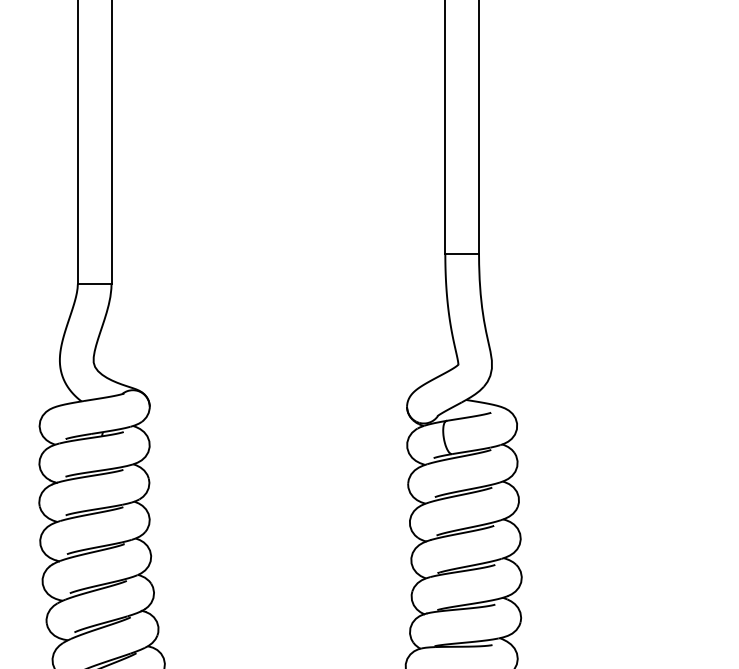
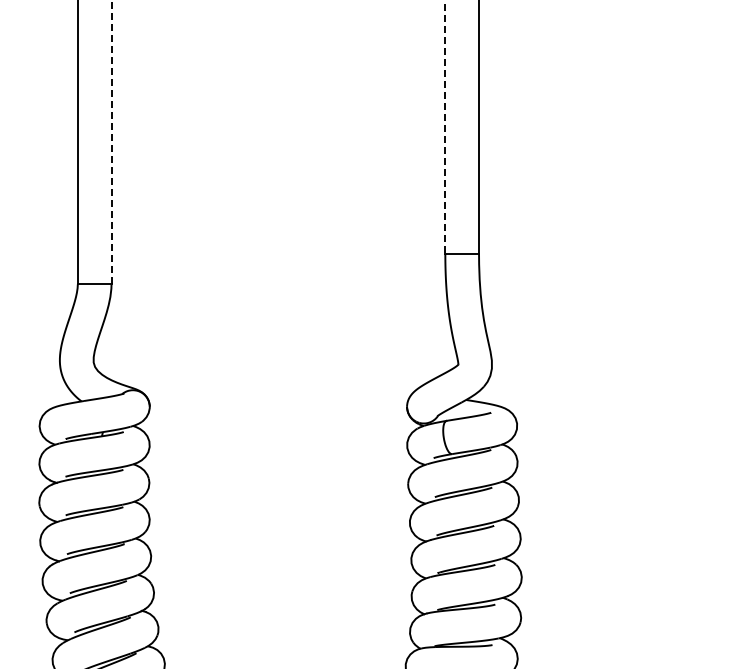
line at (445, 127): solid -> dashed
line at (111, 142): solid -> dashed
